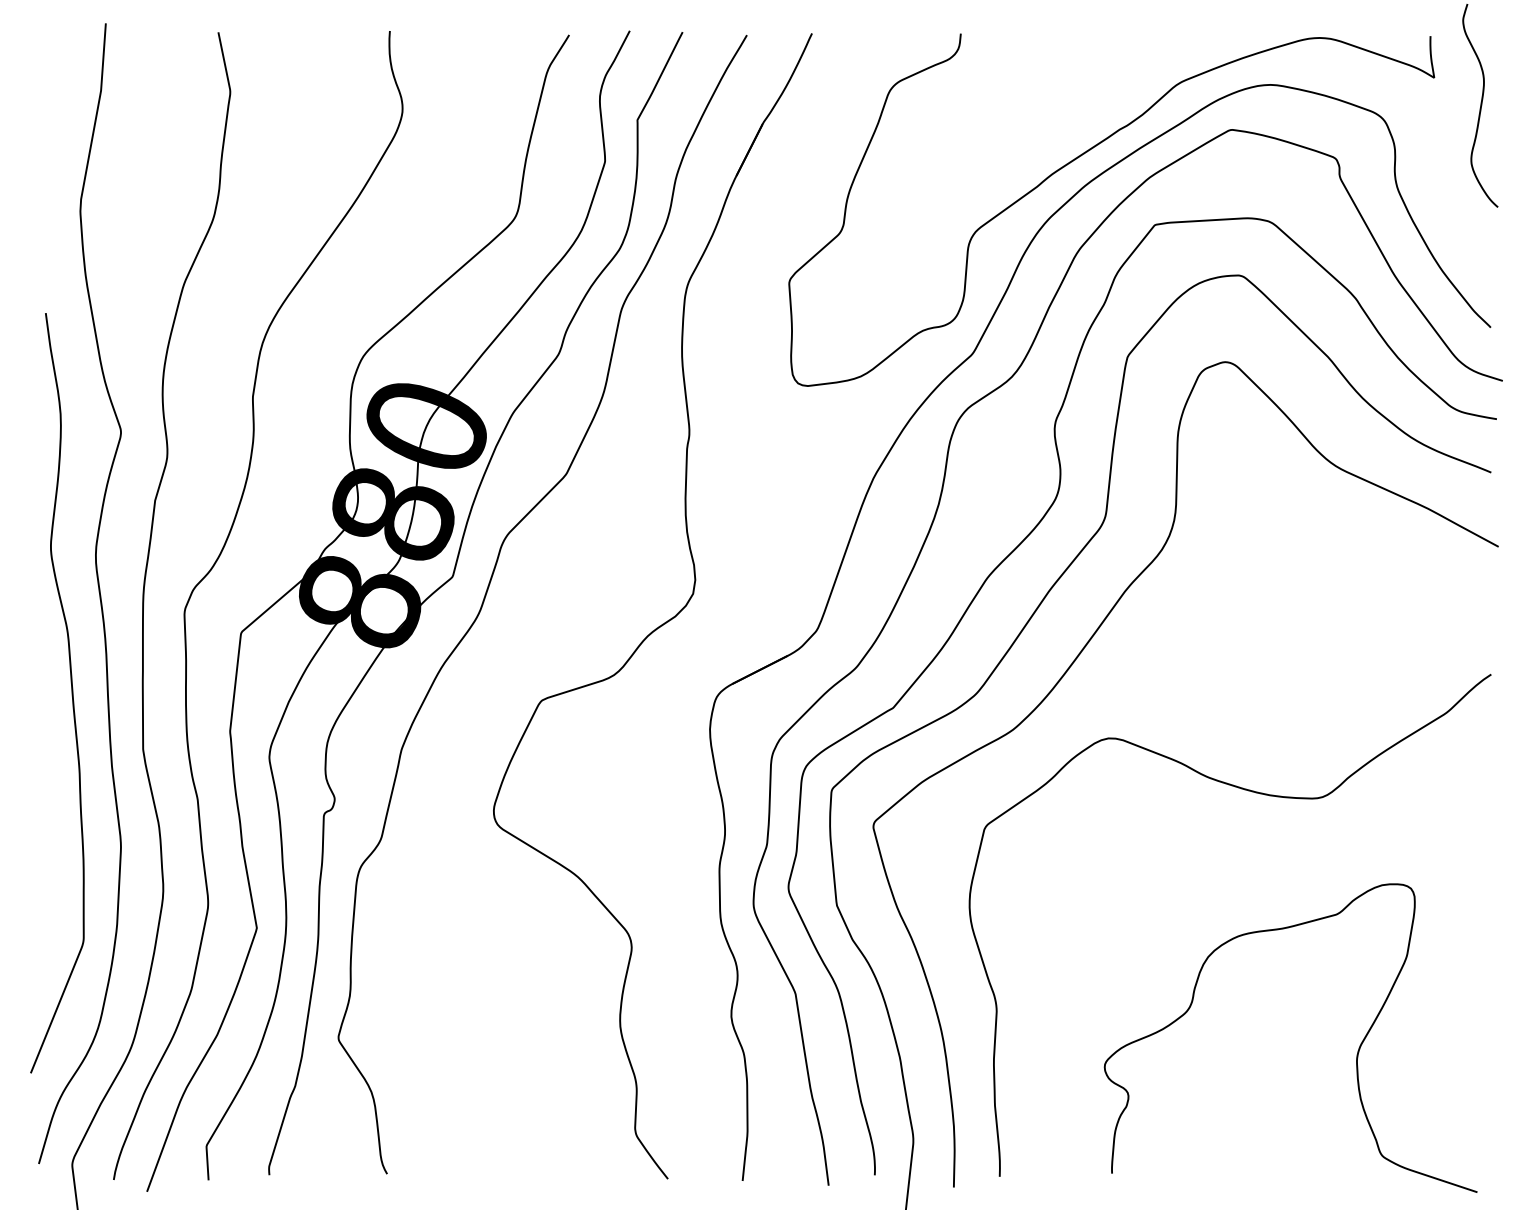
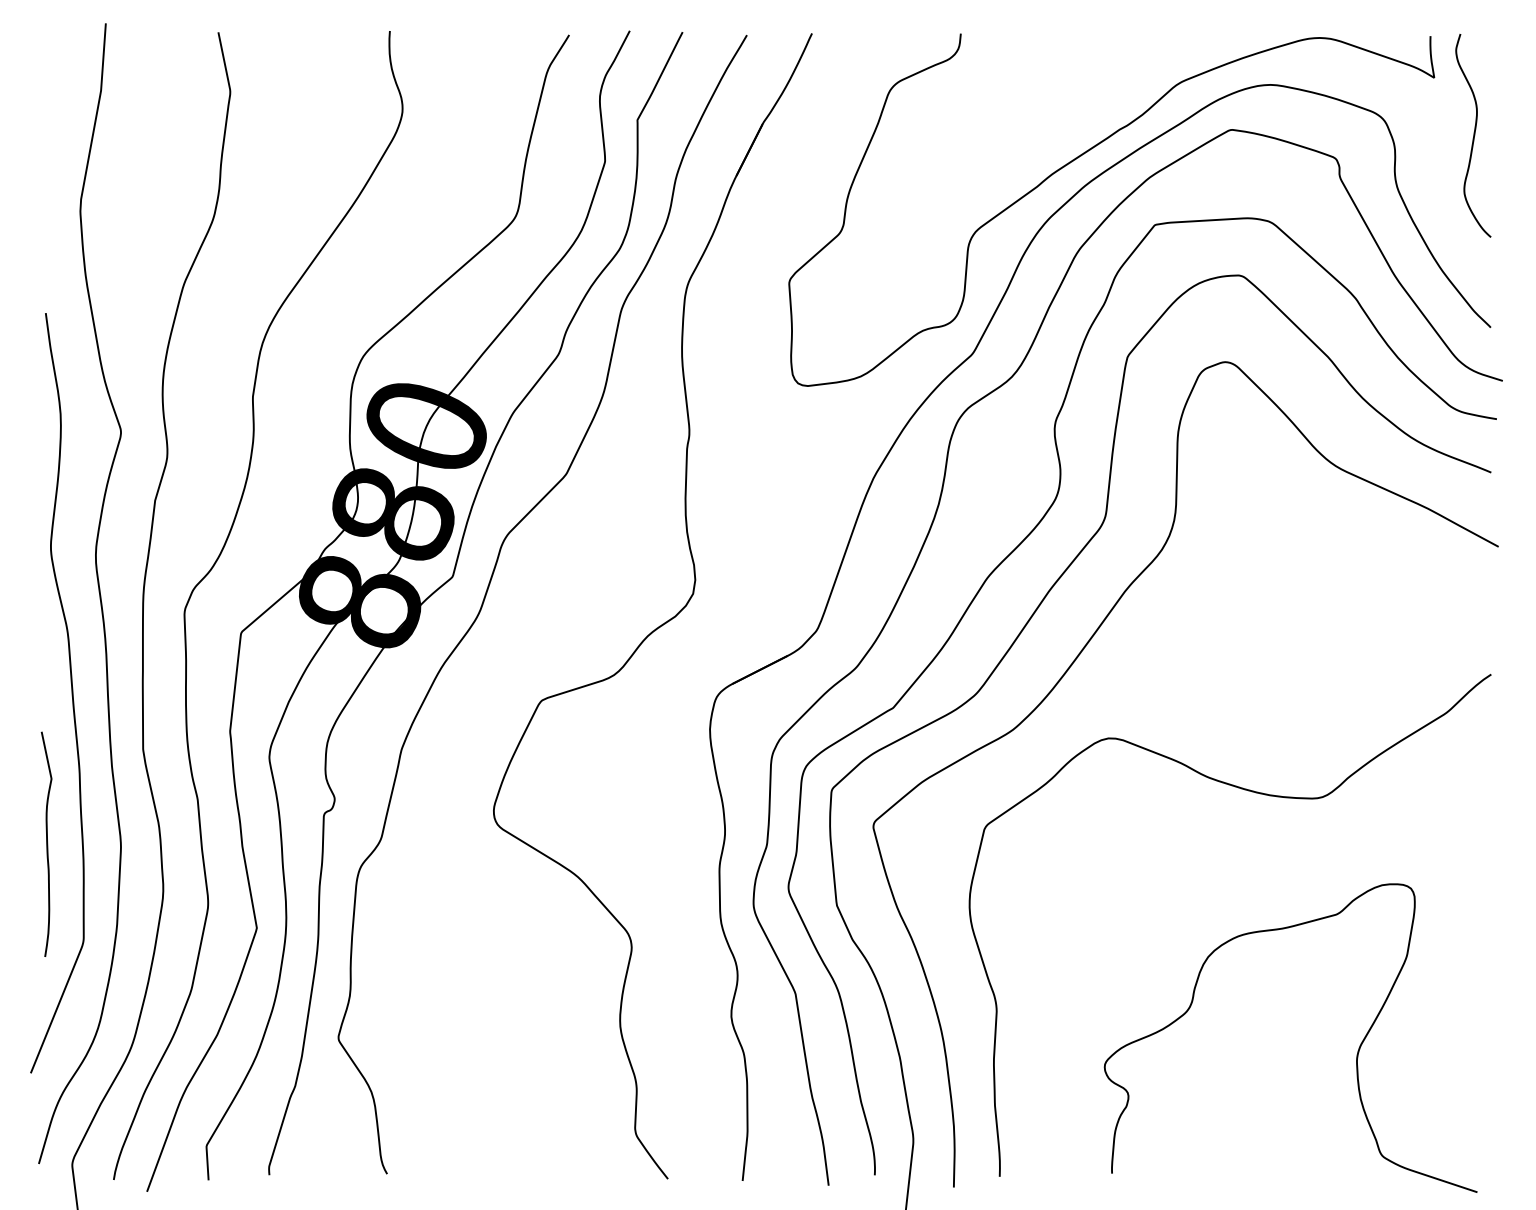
curve at (1480, 105) position: (1480, 105) -> (1473, 135)
curve at (46, 843): none -> present
